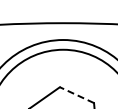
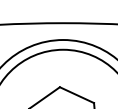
line at (76, 95): dashed -> solid
